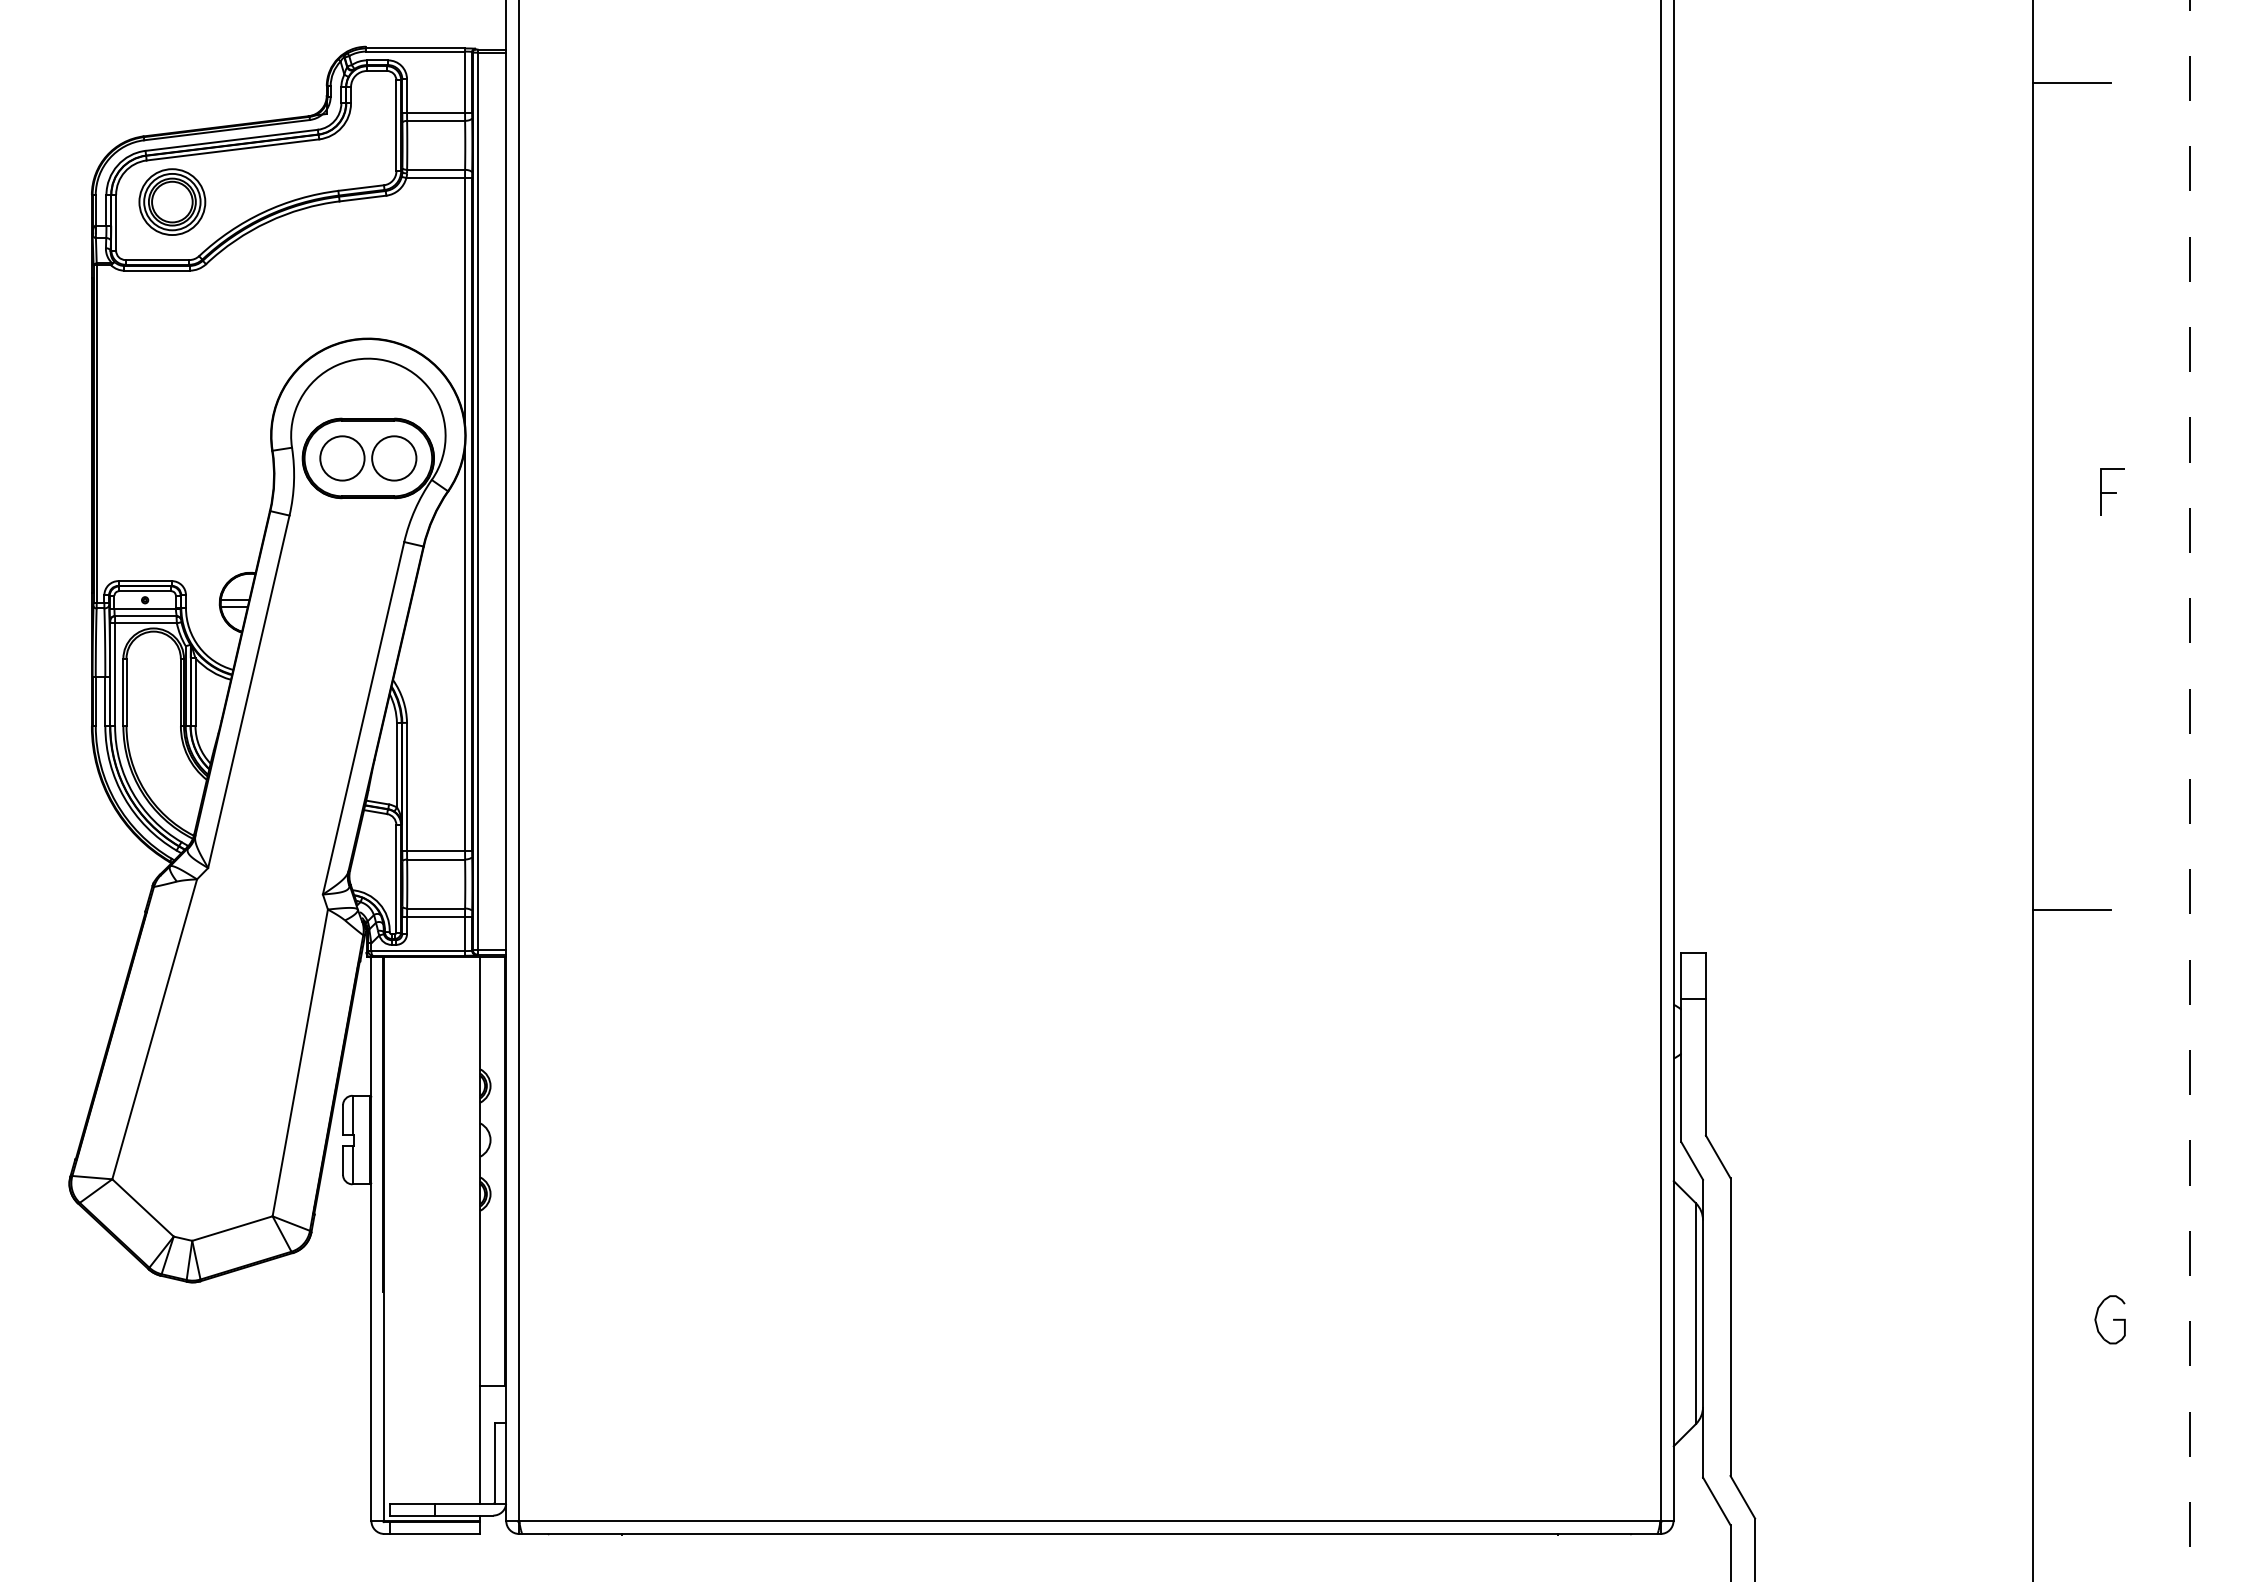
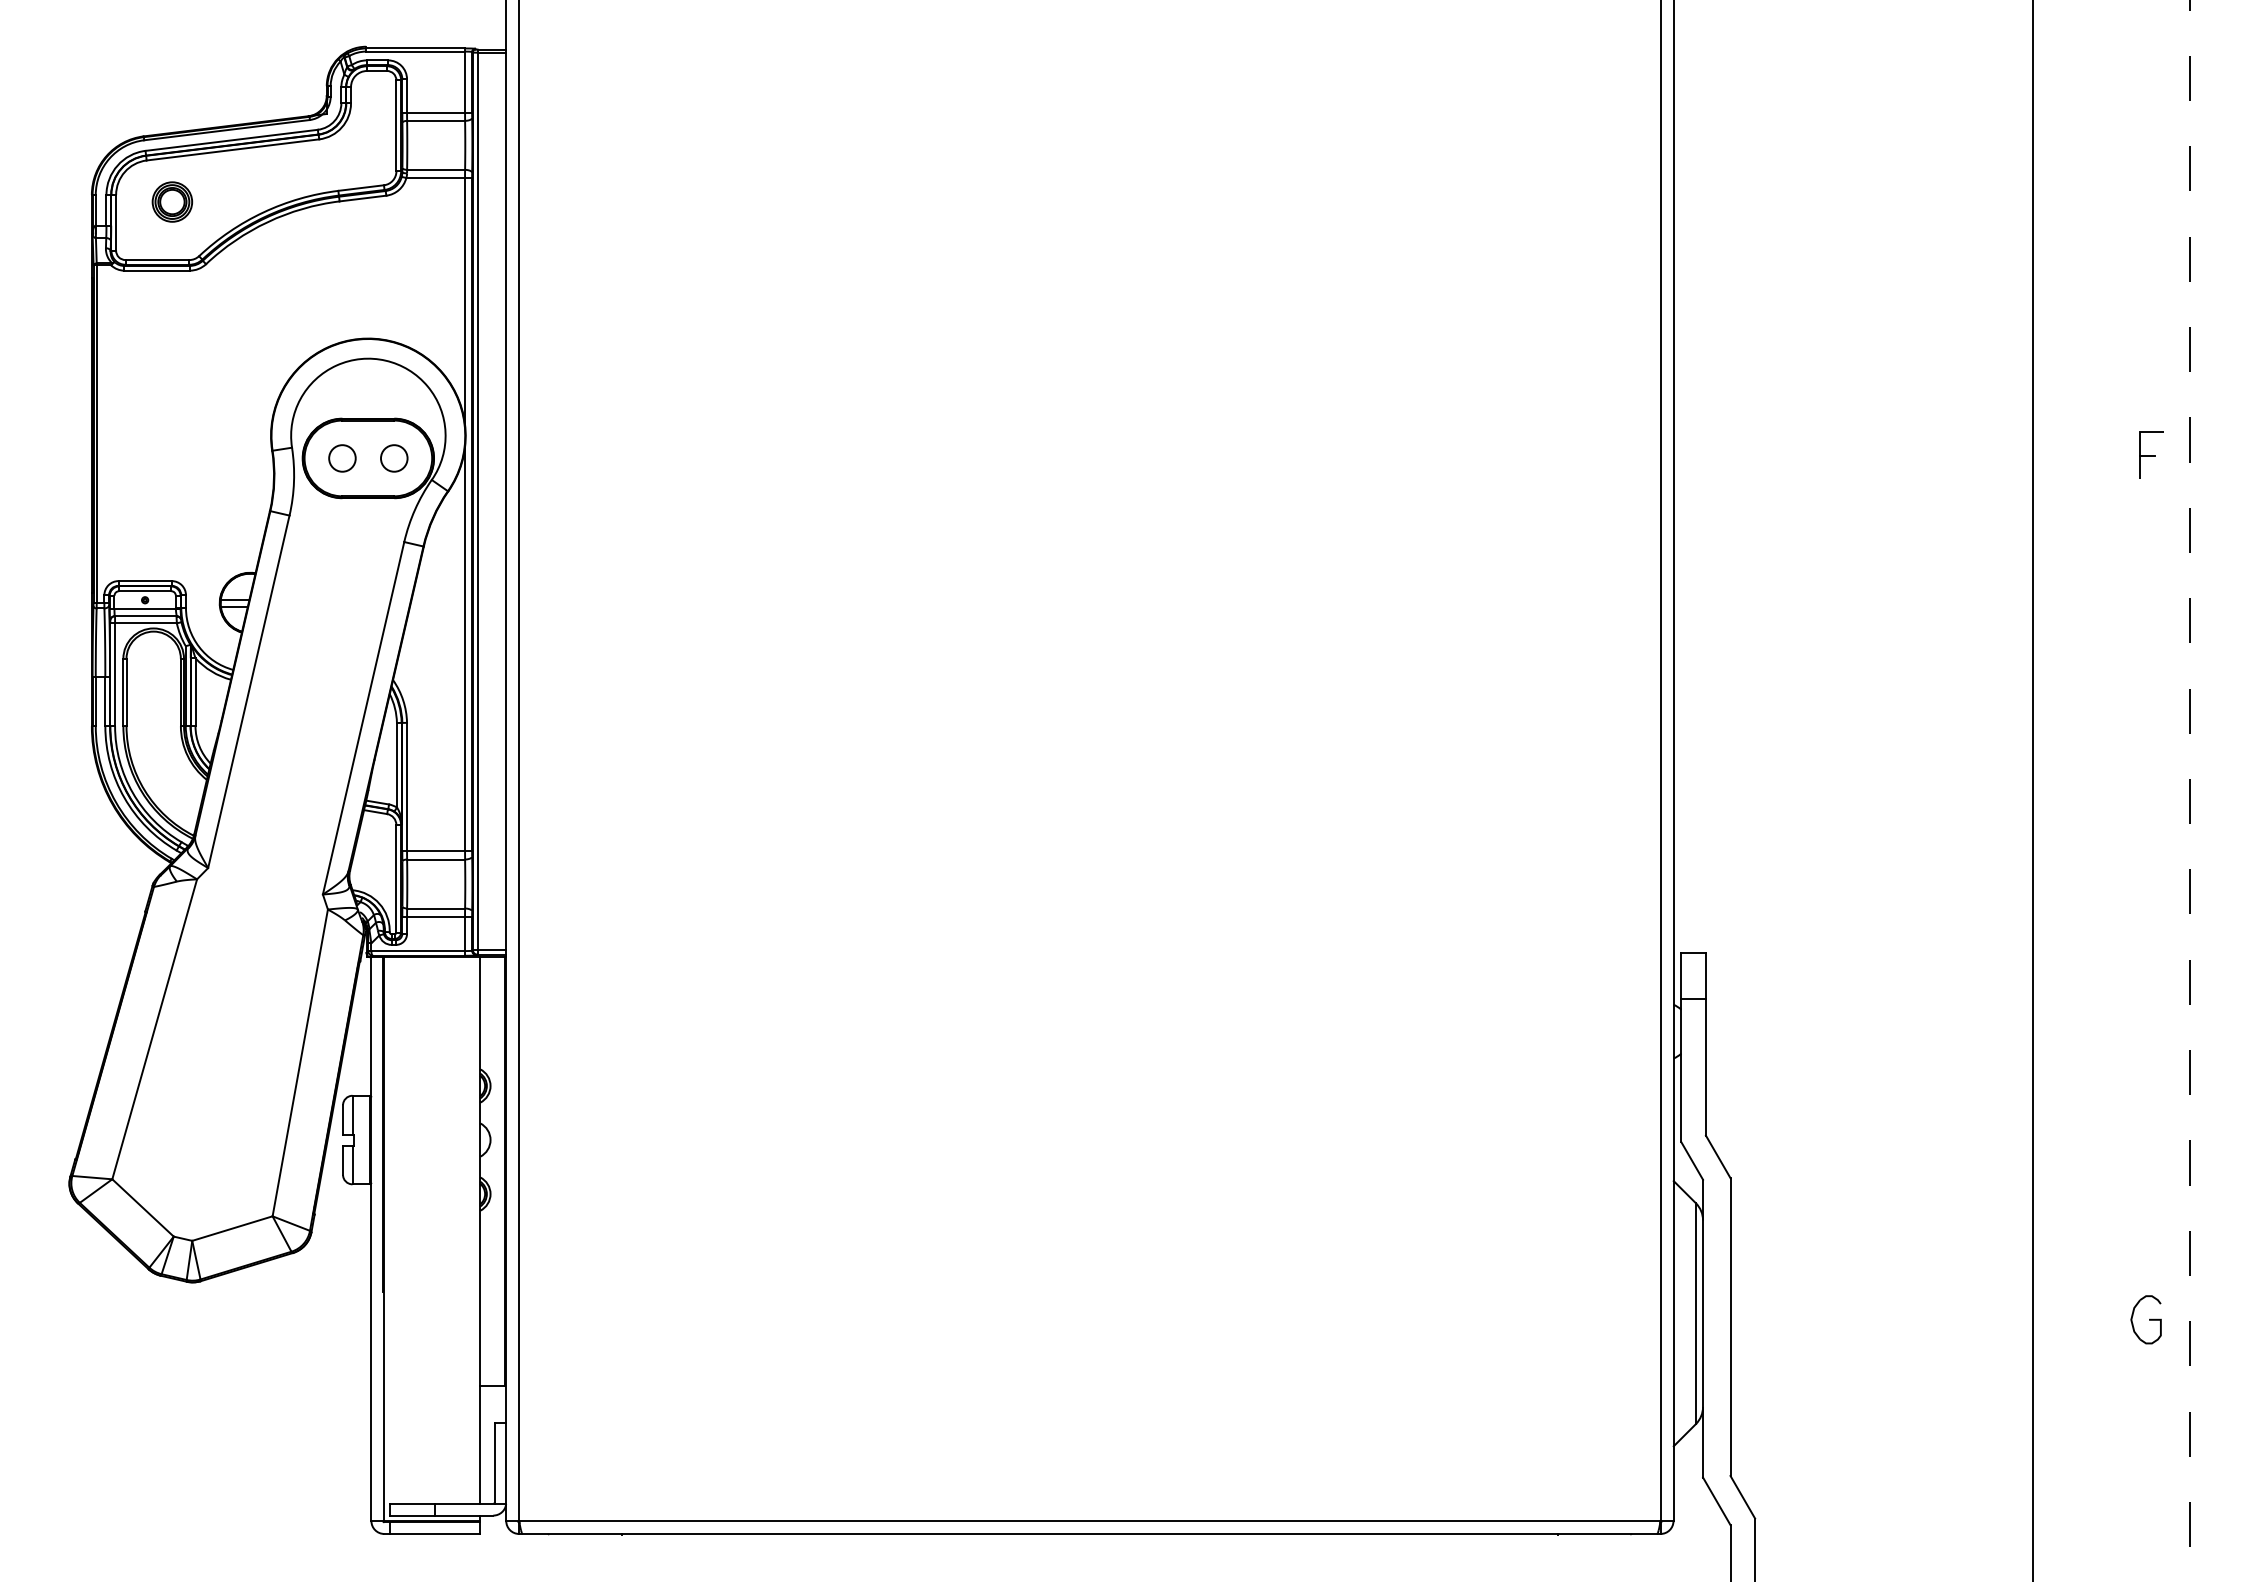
line at (2071, 82): present -> none
part at (172, 201) size: 69x68 px -> 43x42 px
circle at (342, 458) diameter: 44 px -> 27 px
circle at (394, 458) diameter: 44 px -> 27 px
part at (2112, 491) position: (2112, 491) -> (2151, 454)
line at (2071, 910): present -> none
part at (2109, 1319) position: (2109, 1319) -> (2145, 1319)
